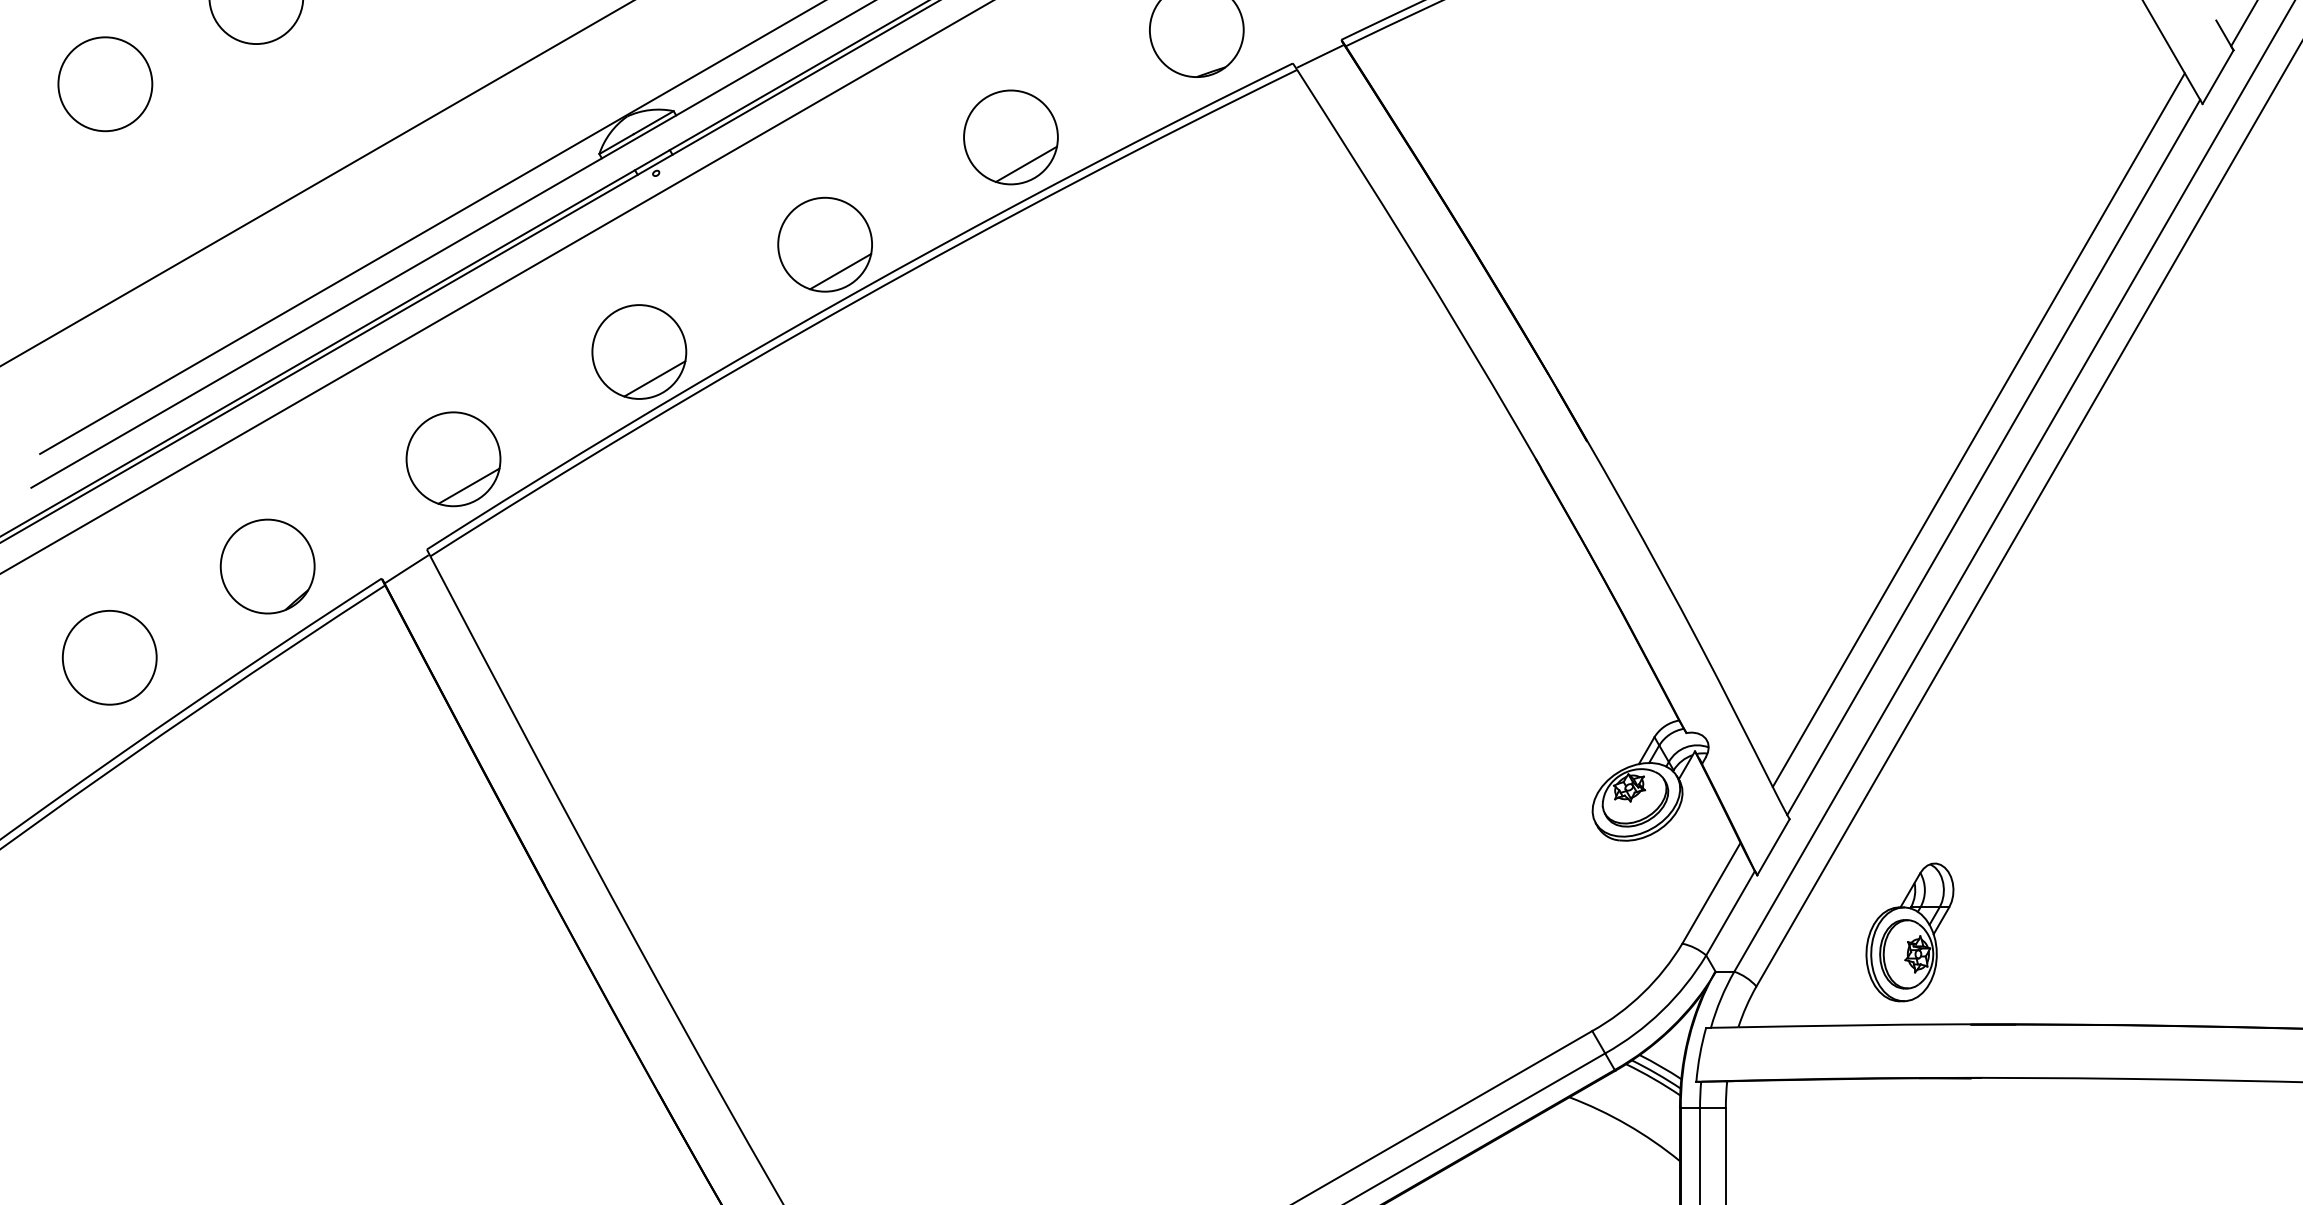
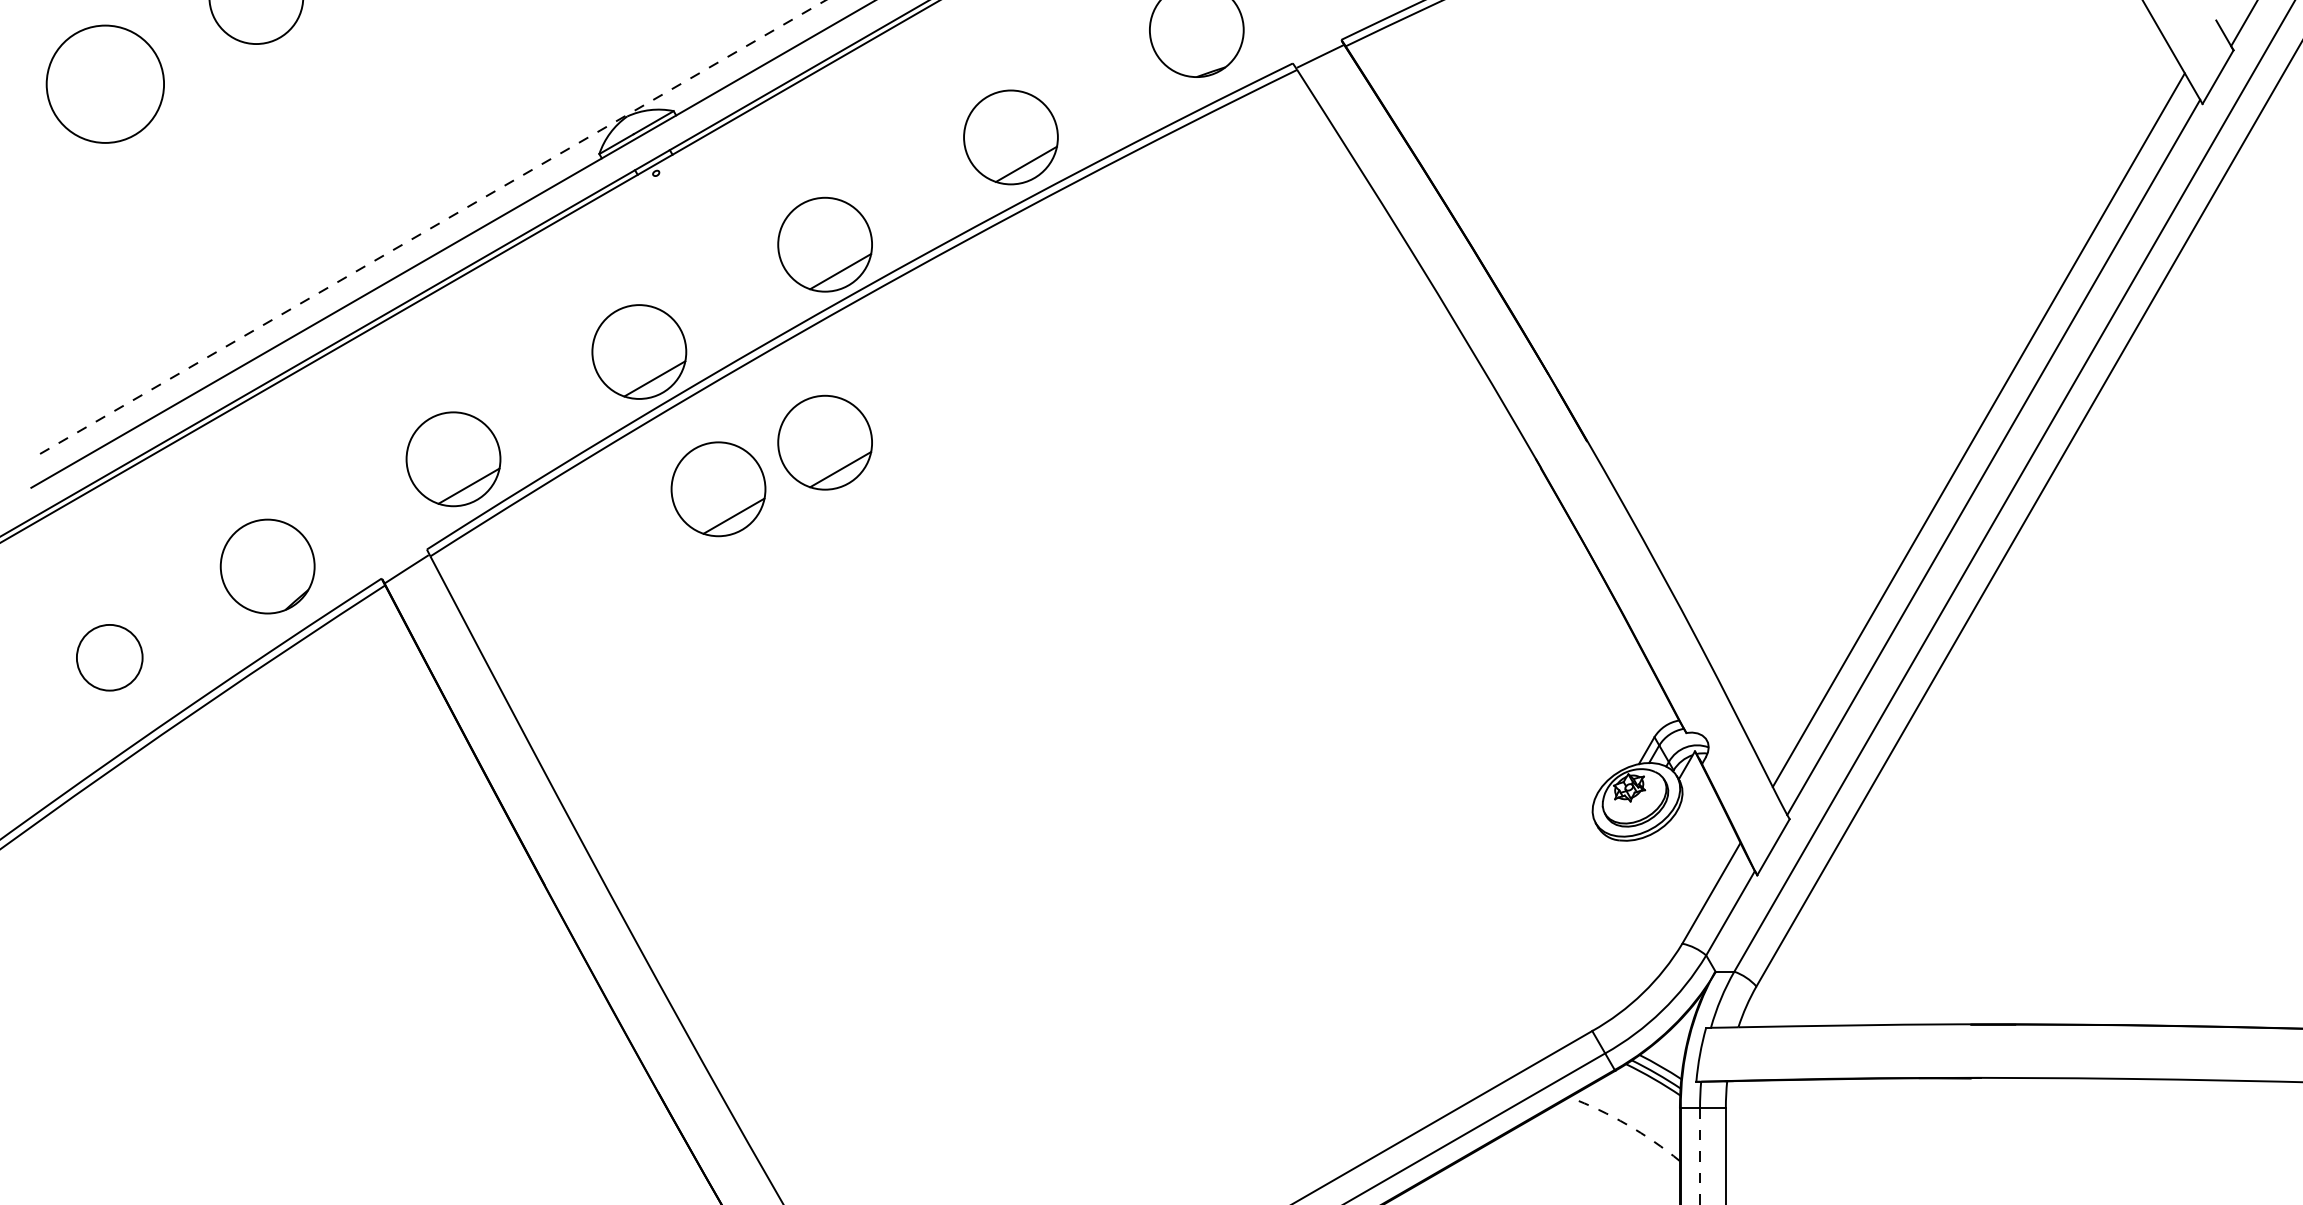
circle at (105, 84) diameter: 94 px -> 117 px
line at (316, 183): present -> none
line at (433, 227): solid -> dashed
line at (496, 287): present -> none
part at (824, 442): none -> present
part at (718, 489): none -> present
circle at (109, 657) diameter: 94 px -> 66 px
part at (1909, 932): present -> none
arc at (1627, 1124): solid -> dashed
line at (1700, 1156): solid -> dashed
